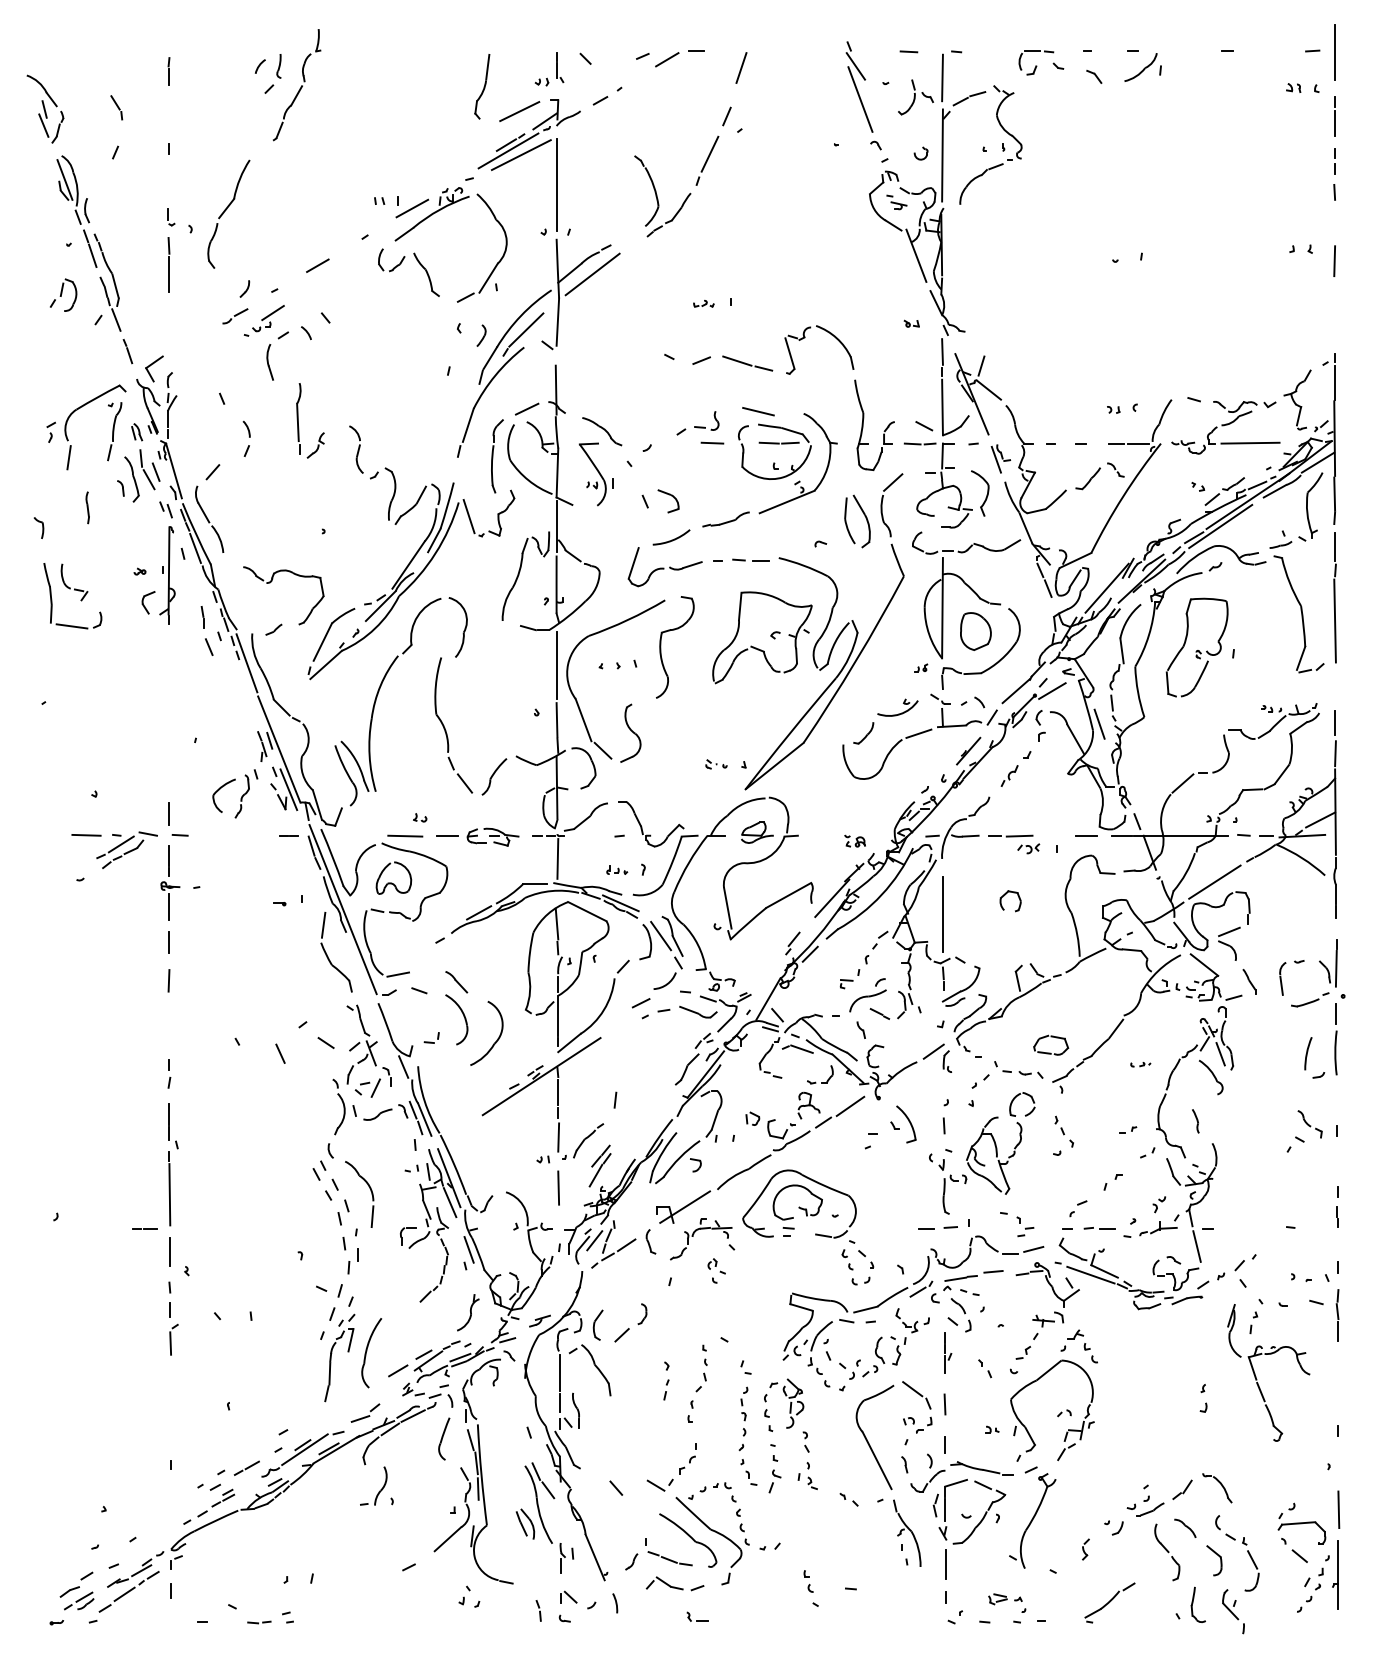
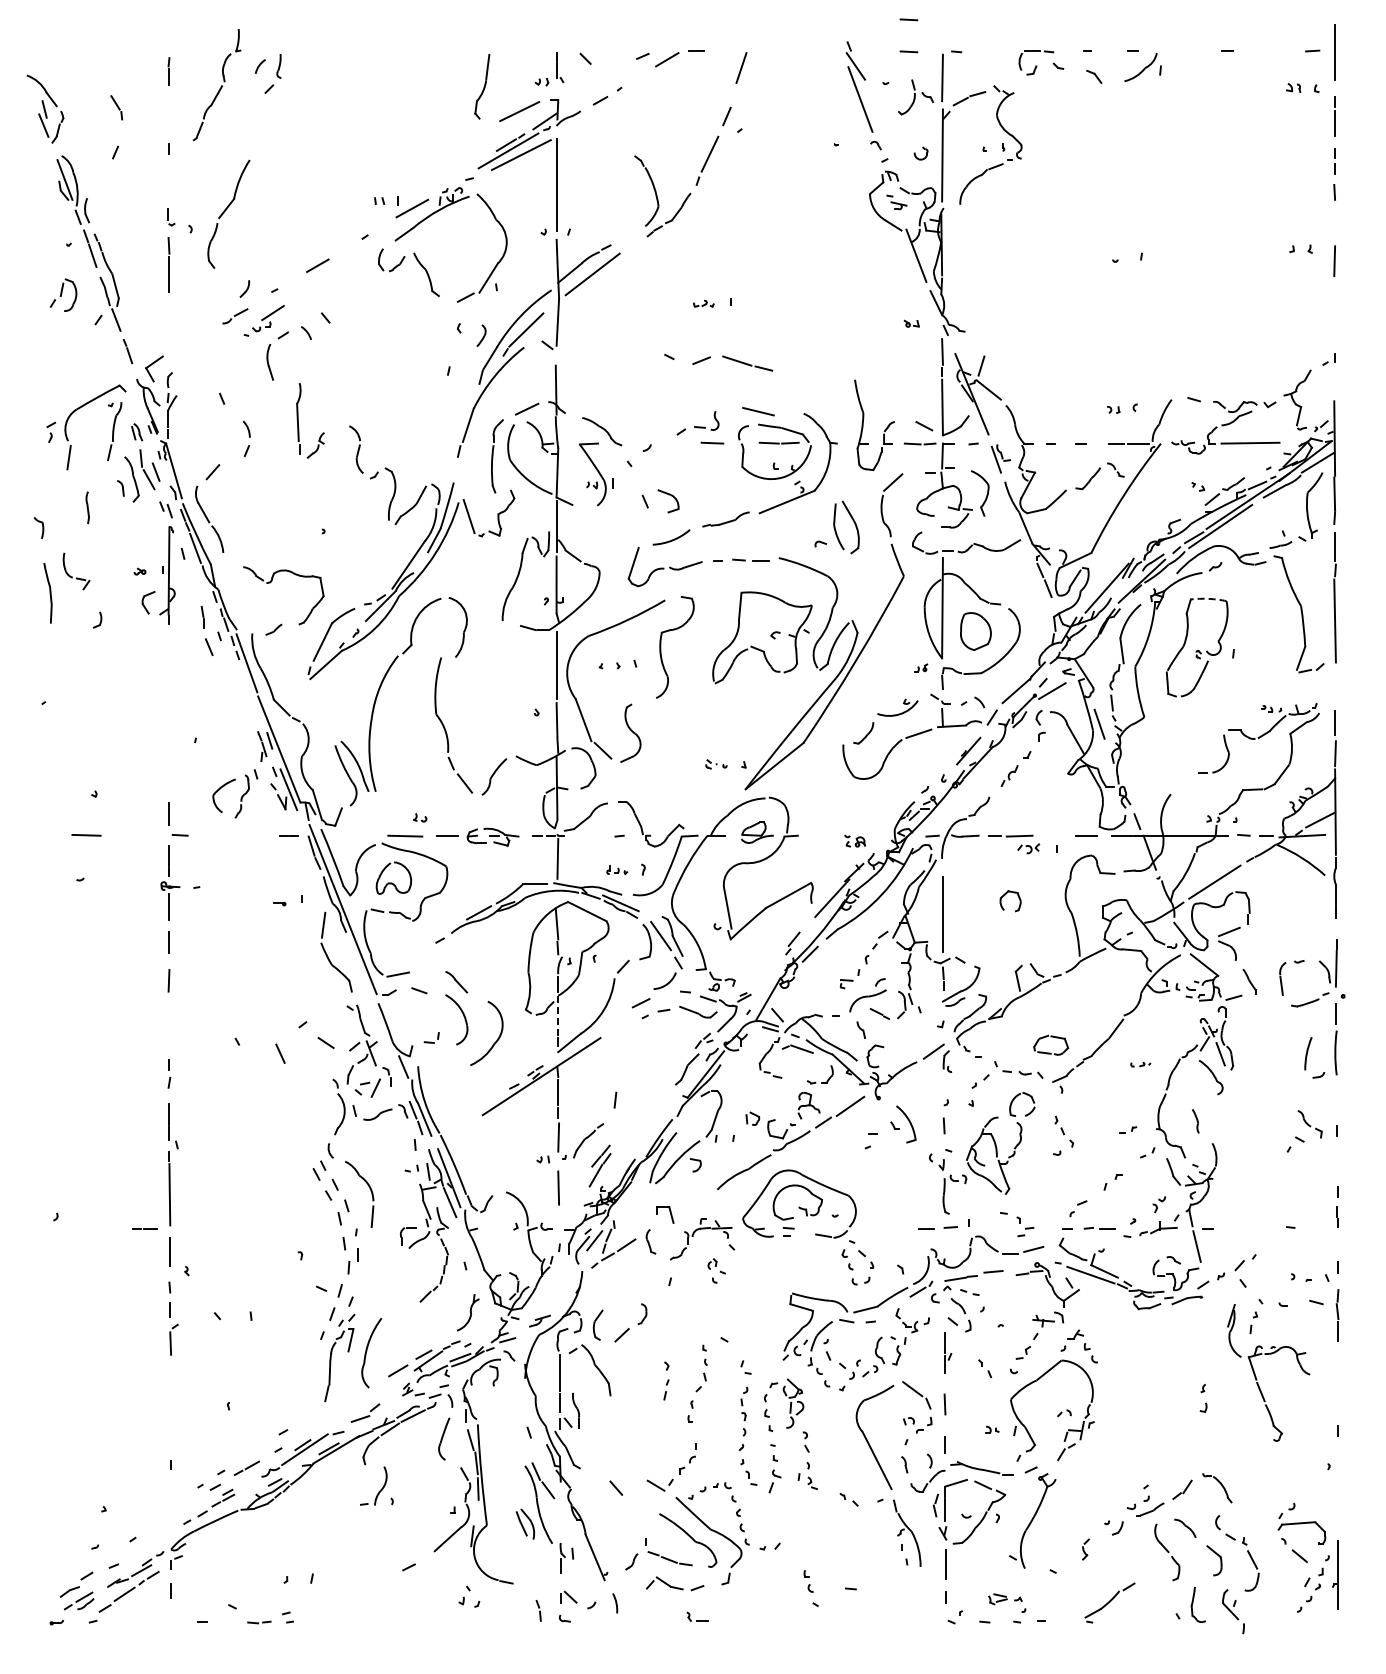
line at (908, 19): none -> present
part at (297, 85) position: (297, 85) -> (217, 85)
part at (831, 335): present -> none
line at (1335, 382): present -> none
part at (865, 518) position: (865, 518) -> (854, 524)
part at (74, 582) position: (74, 582) -> (76, 571)
arc at (1208, 598): solid -> dashed
line at (71, 626): present -> none
line at (1182, 783): present -> none
part at (126, 849): present -> none
line at (558, 1015): solid -> dashed
line at (684, 1206): present -> none
line at (468, 1249): present -> none
line at (1338, 1509): present -> none
